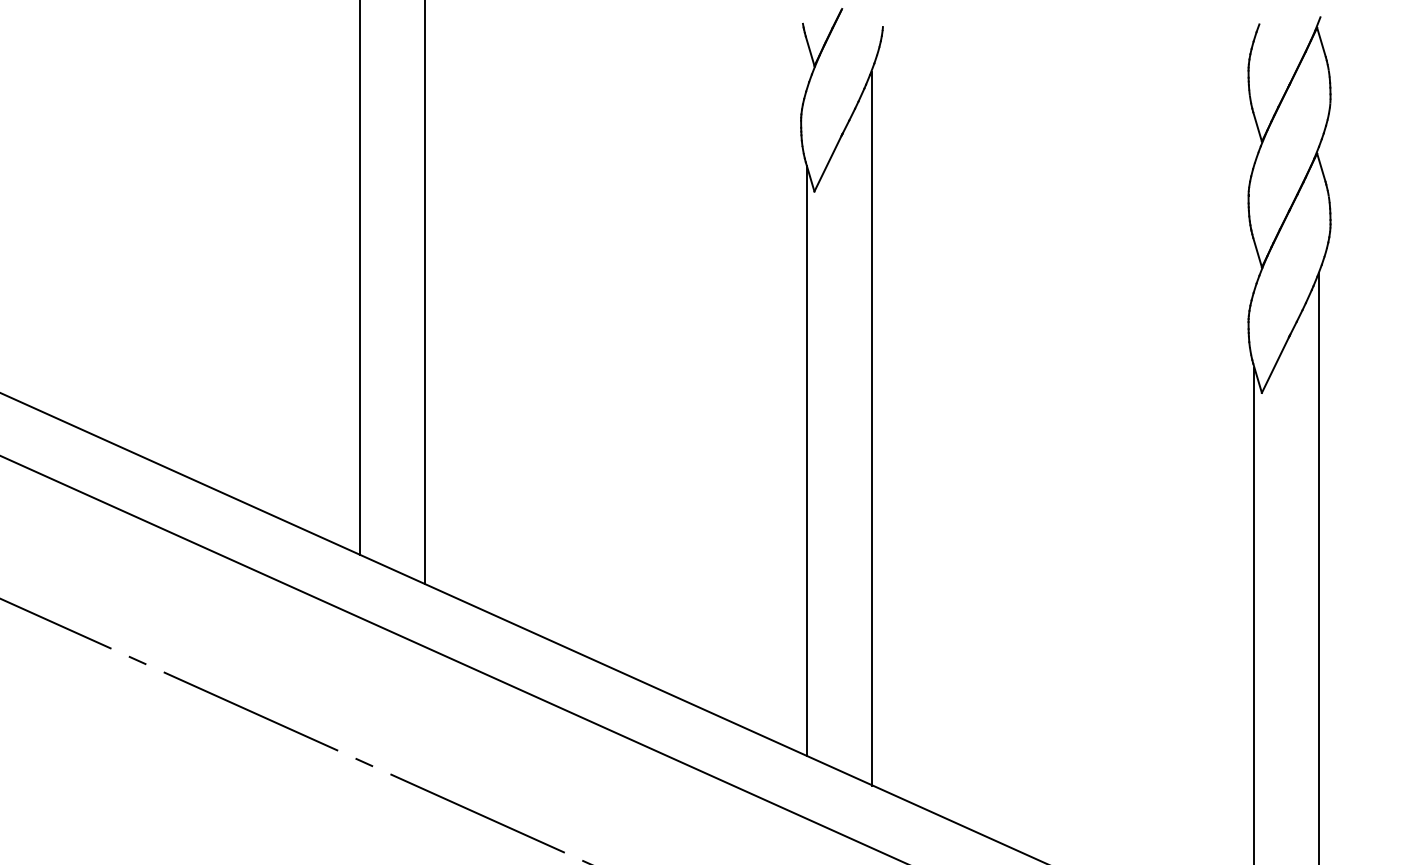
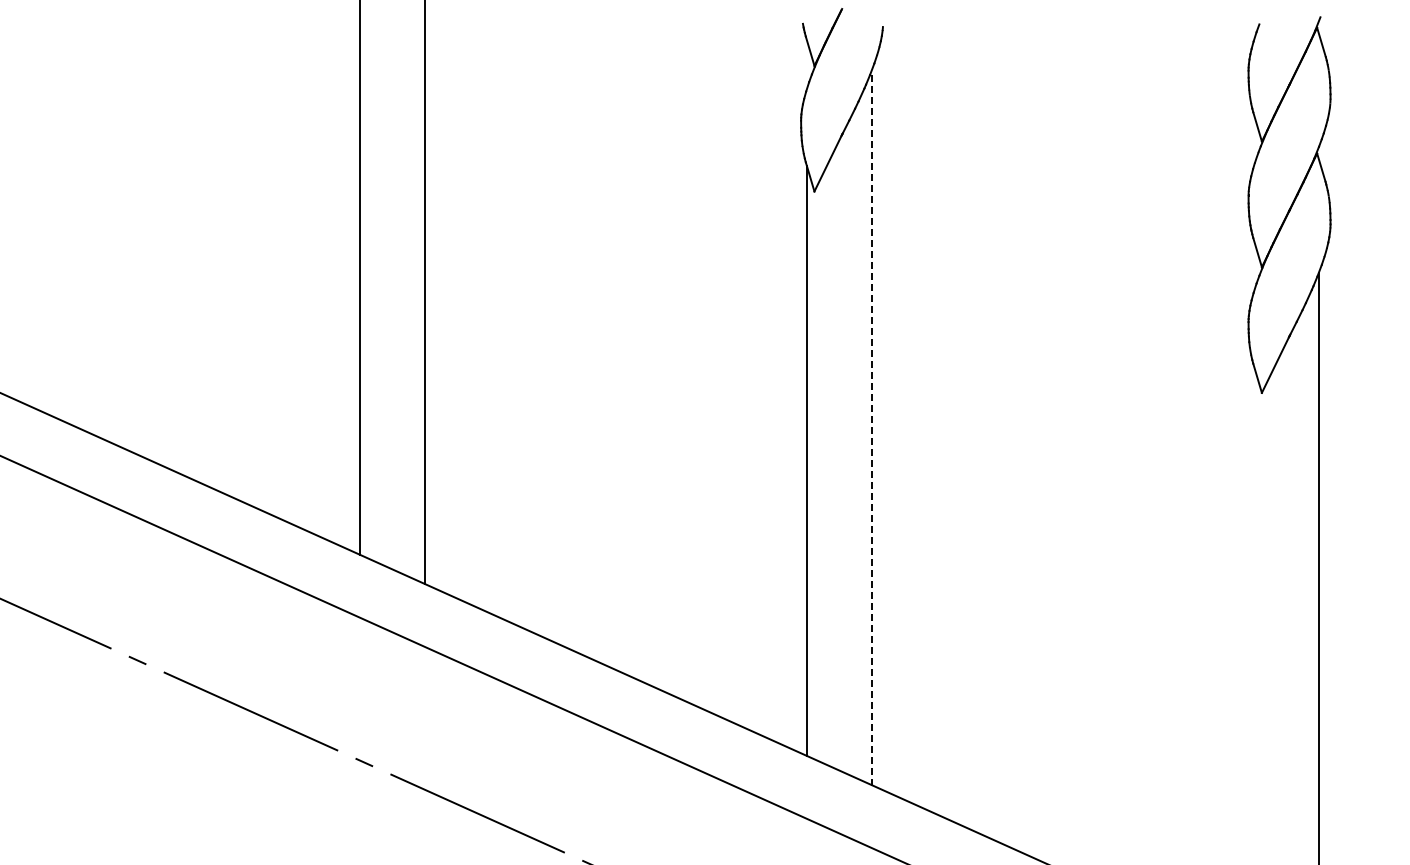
line at (872, 428): solid -> dashed
line at (1254, 614): present -> none
